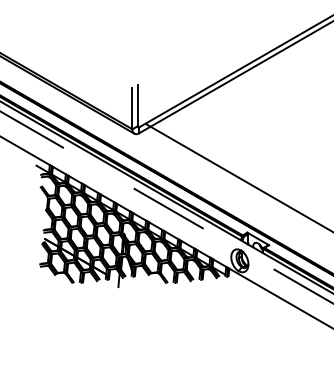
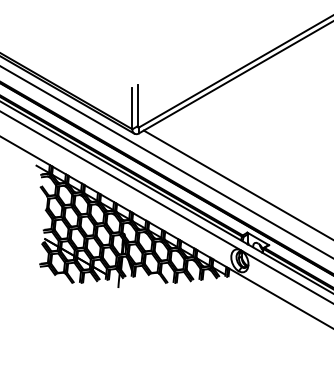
line at (166, 161): none -> present
line at (238, 177) position: (238, 177) -> (236, 184)
line at (166, 207): dashed -> solid
